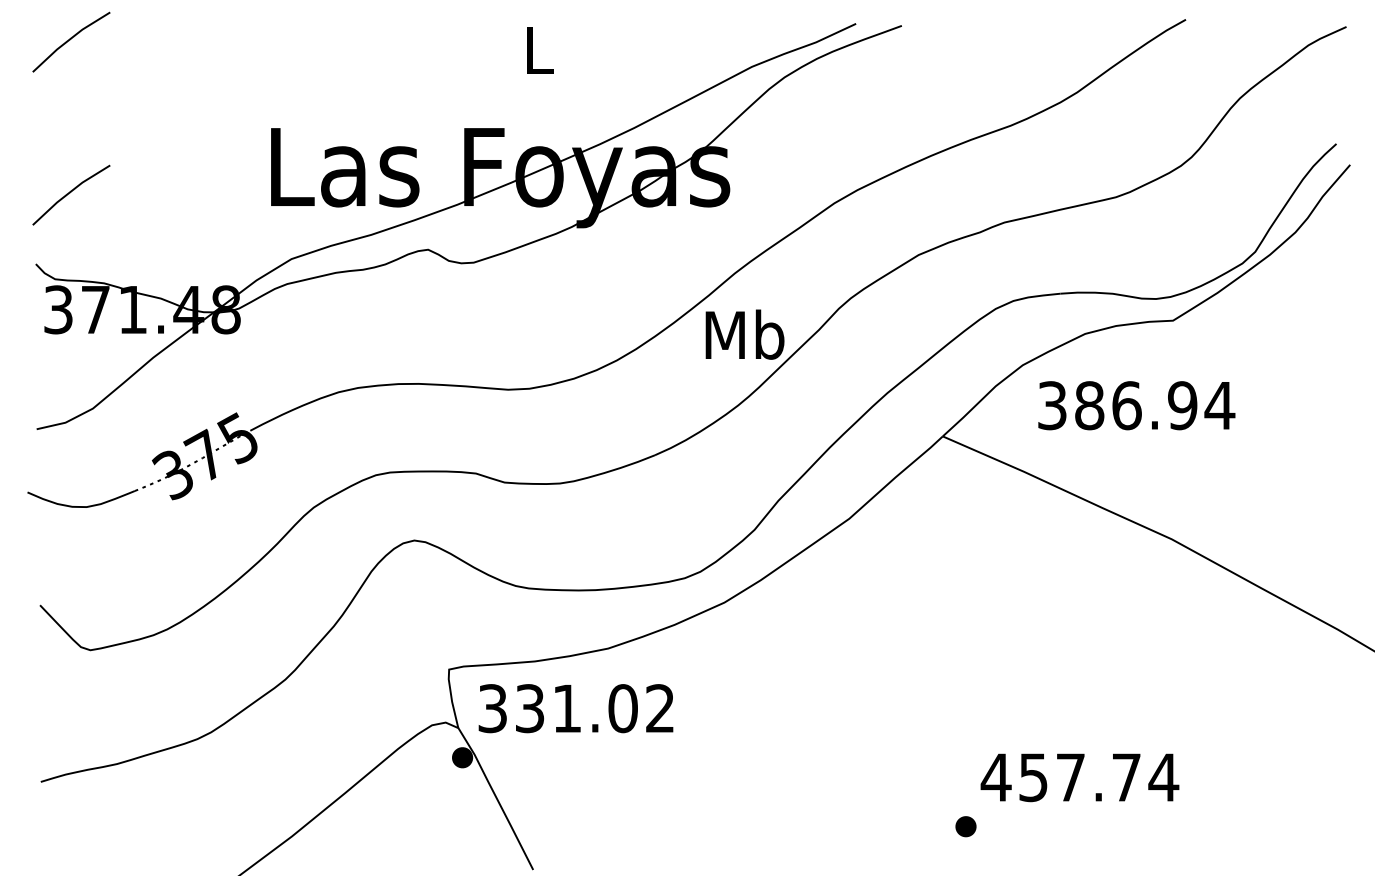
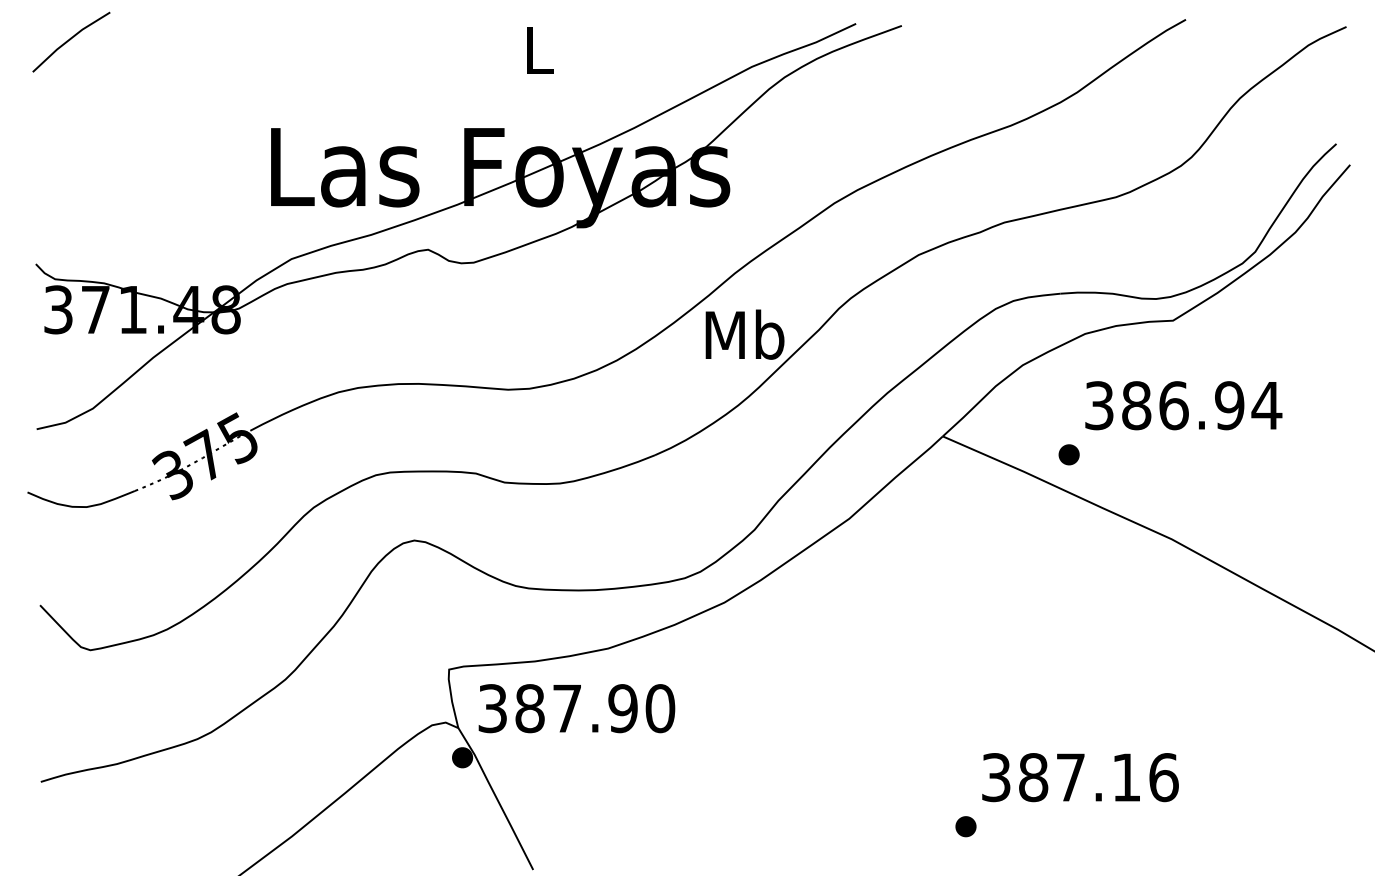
line at (70, 193): present -> none
text at (1136, 405) position: (1136, 405) -> (1183, 405)
part at (1068, 454): none -> present
text at (595, 708): 331.02 -> 387.90
text at (1079, 777): 457.74 -> 387.16
